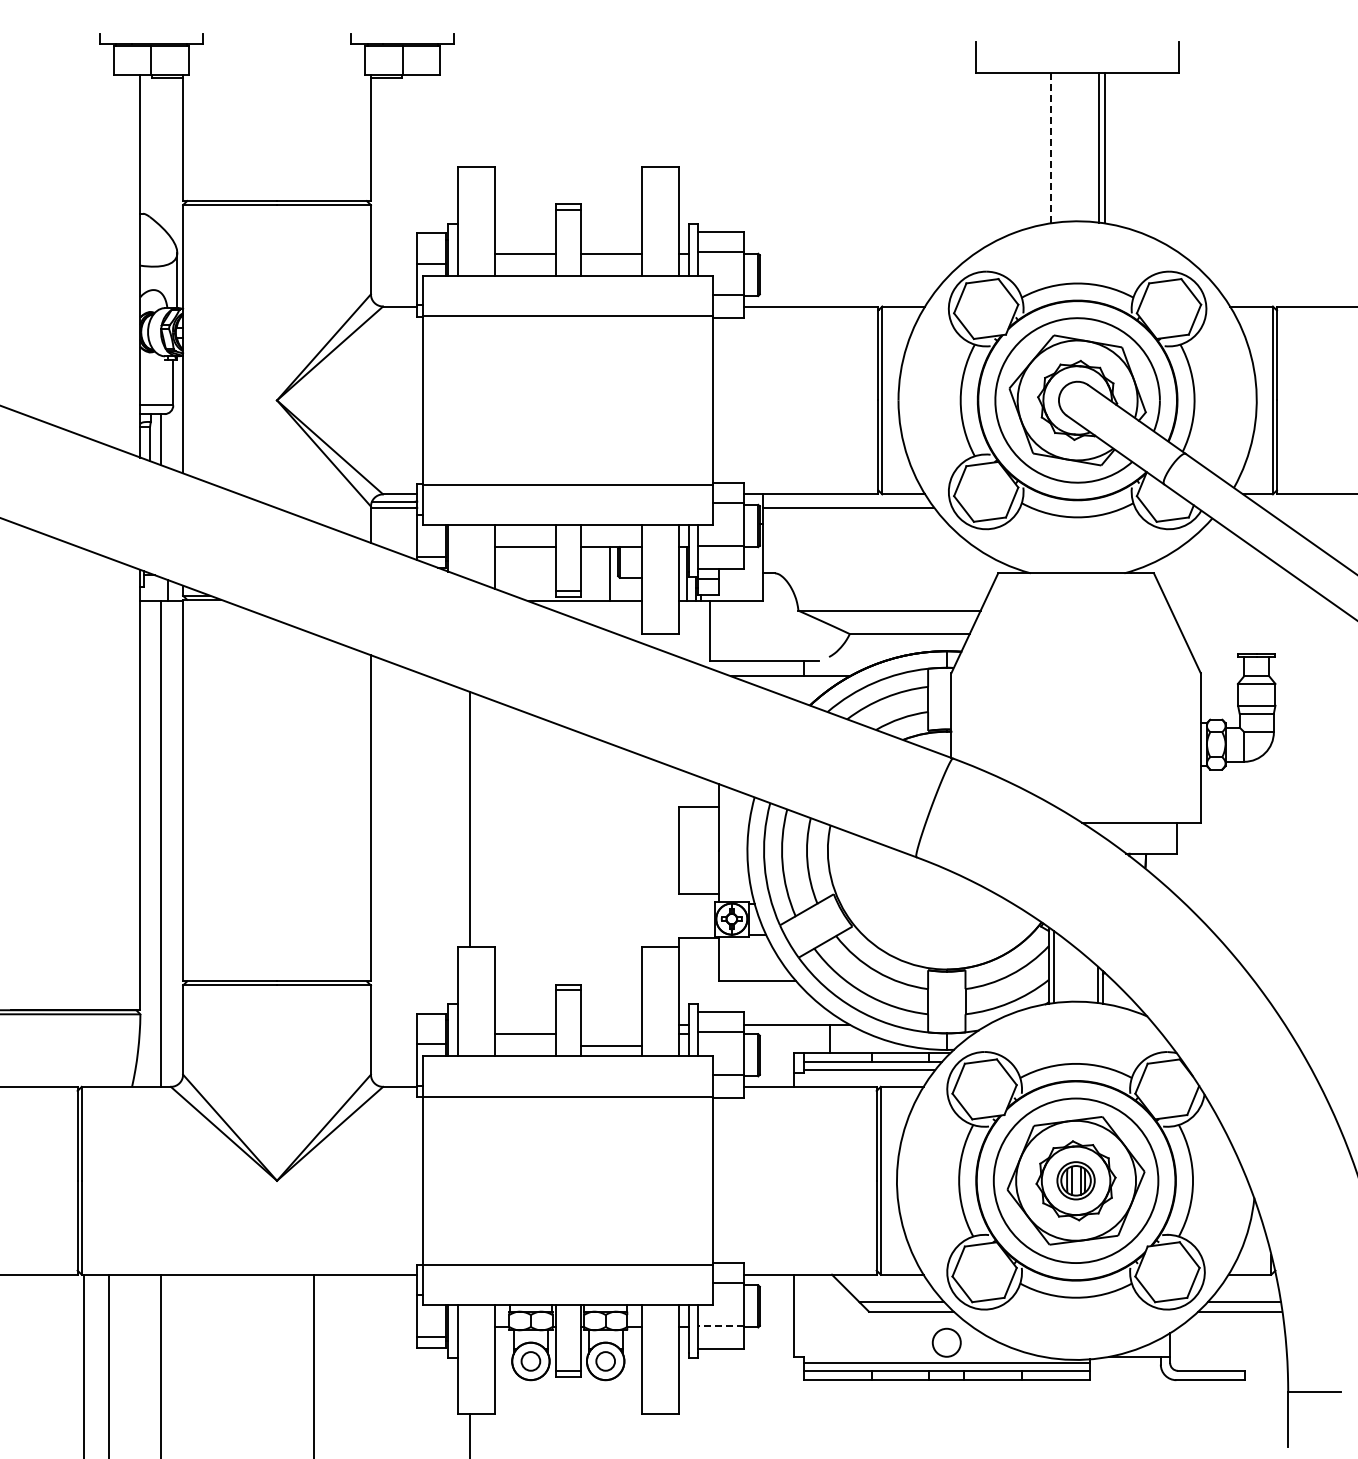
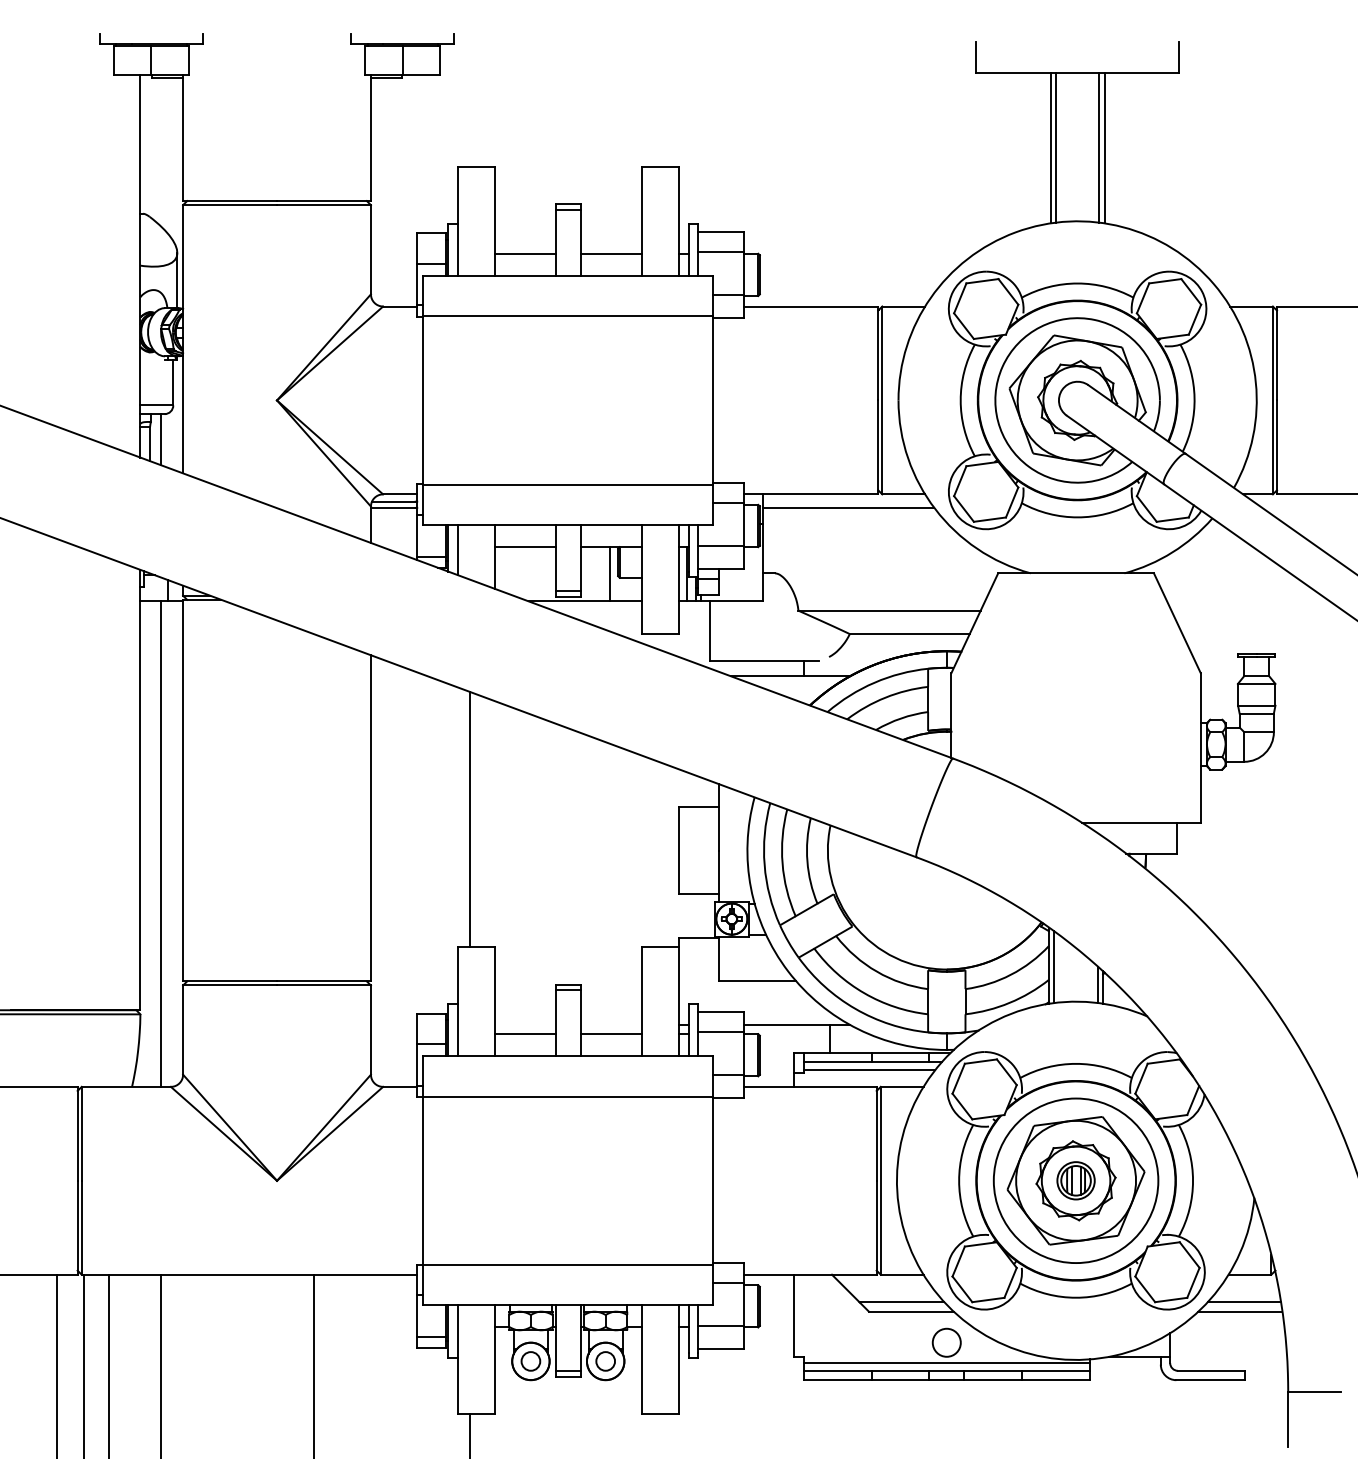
line at (1055, 147): none -> present
line at (1050, 148): dashed -> solid
line at (457, 550): none -> present
line at (610, 1046) position: (610, 1046) -> (610, 1034)
line at (720, 1326): dashed -> solid
line at (56, 1364): none -> present
